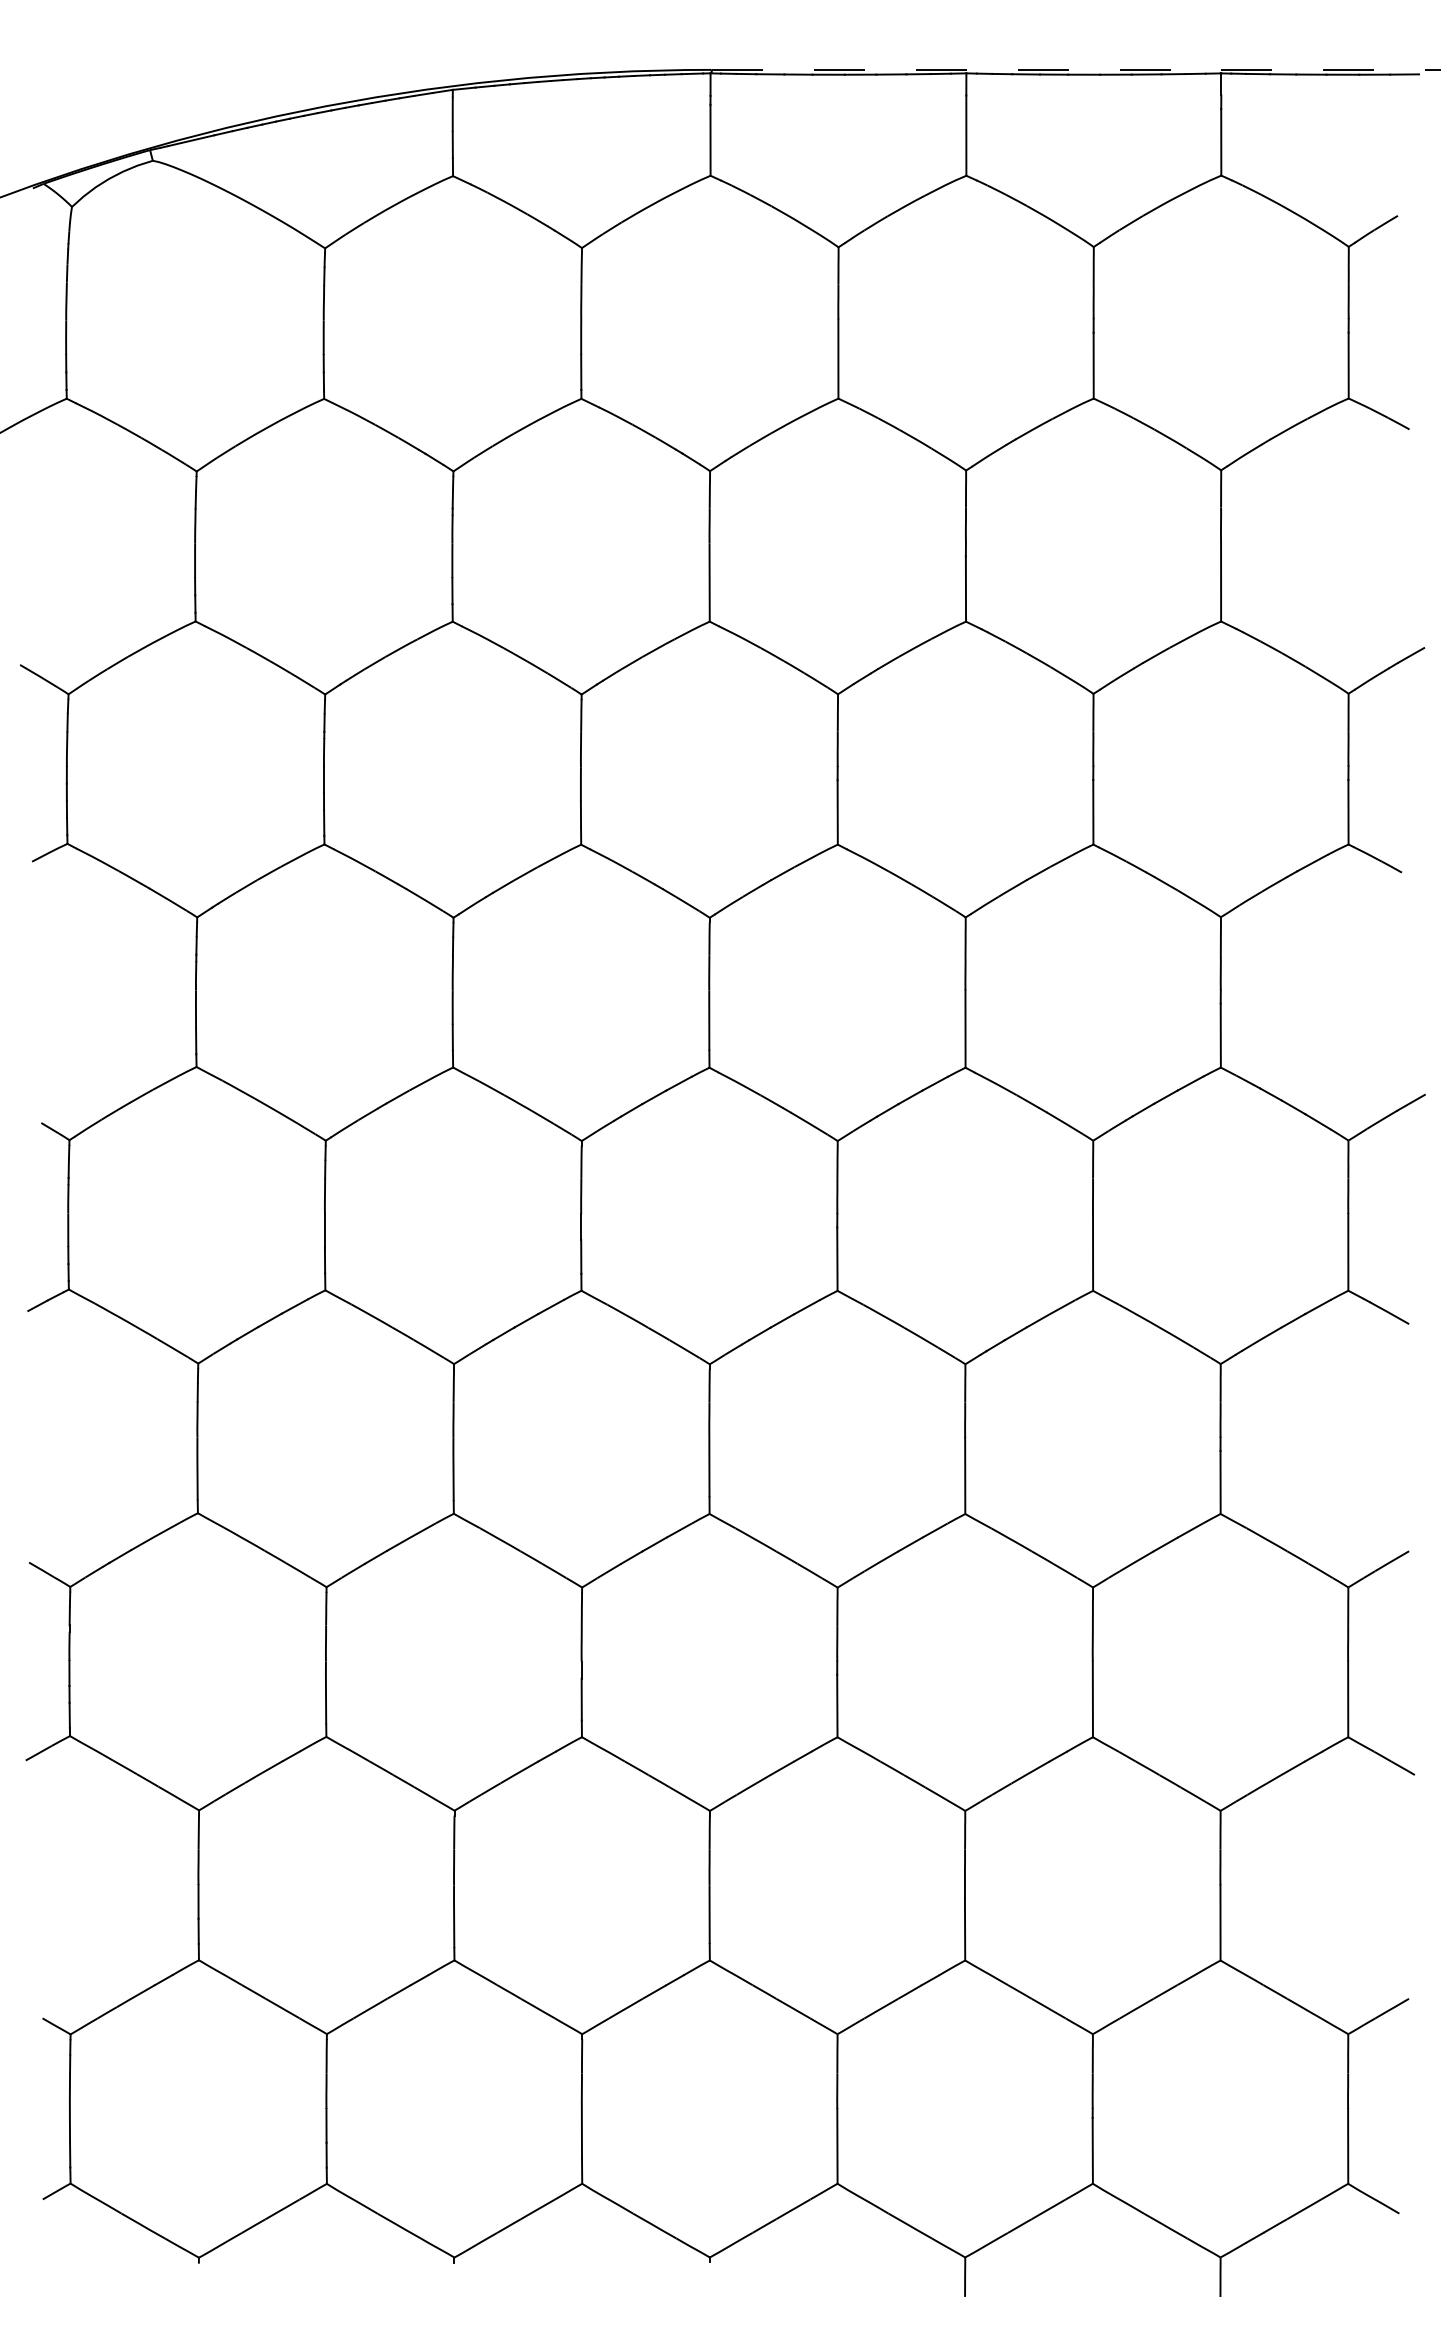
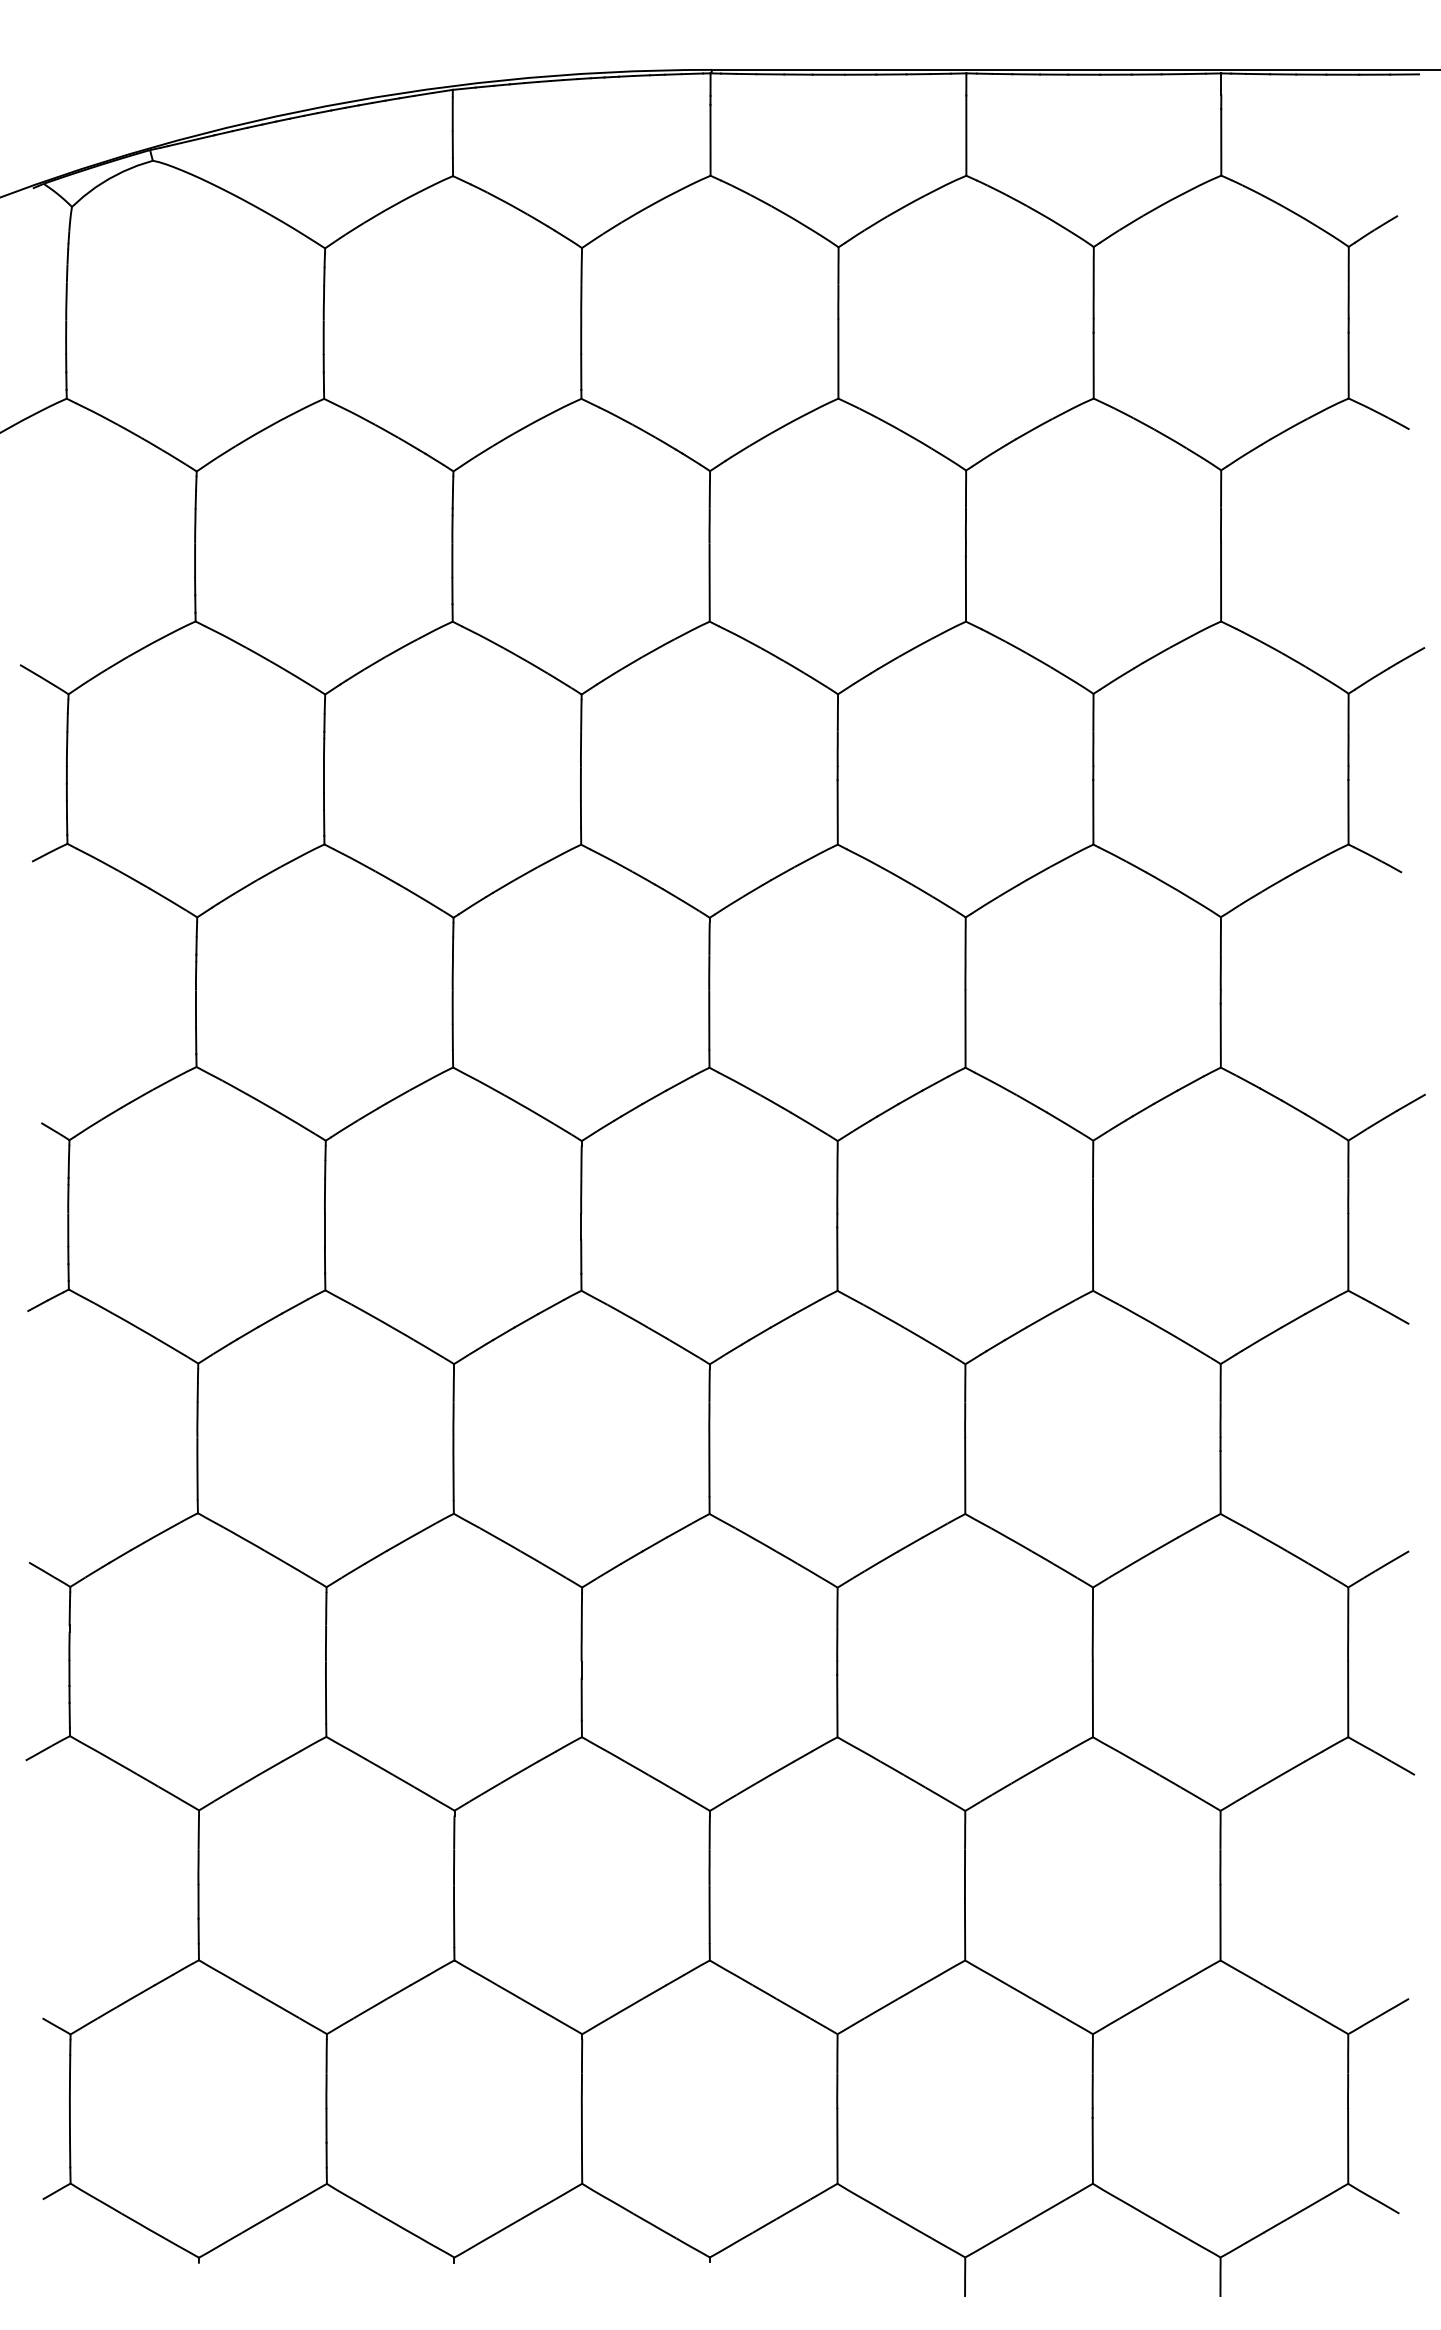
line at (1076, 69): dashed -> solid
